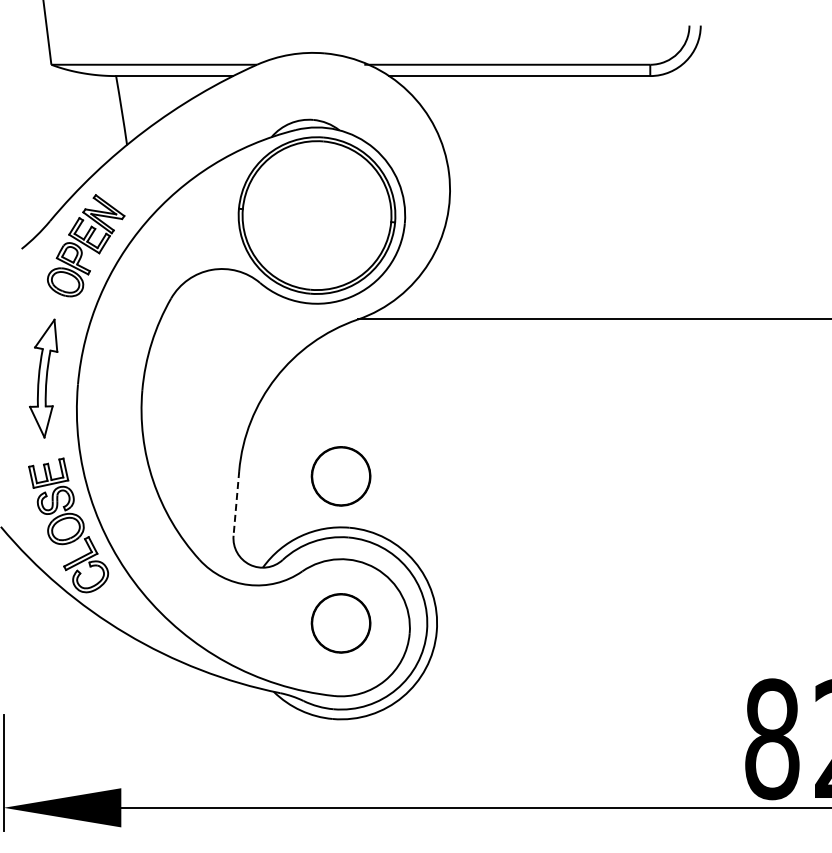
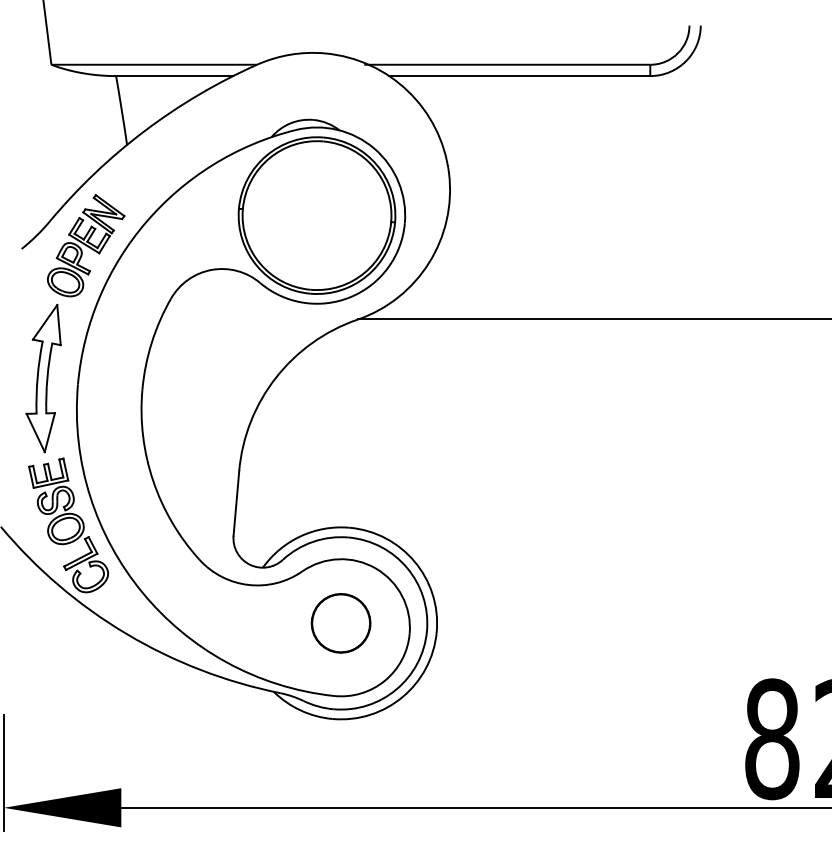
part at (43, 378) size: 30x121 px -> 37x150 px
part at (340, 476): present -> none
line at (236, 503): dashed -> solid
